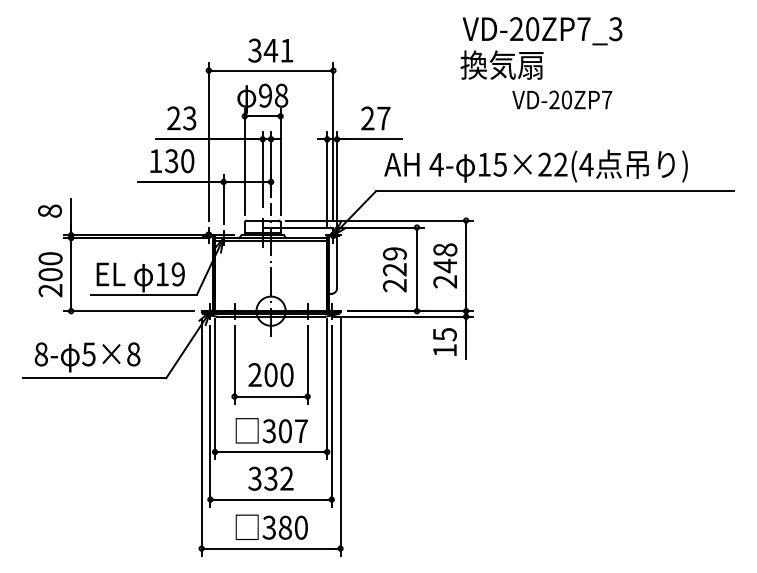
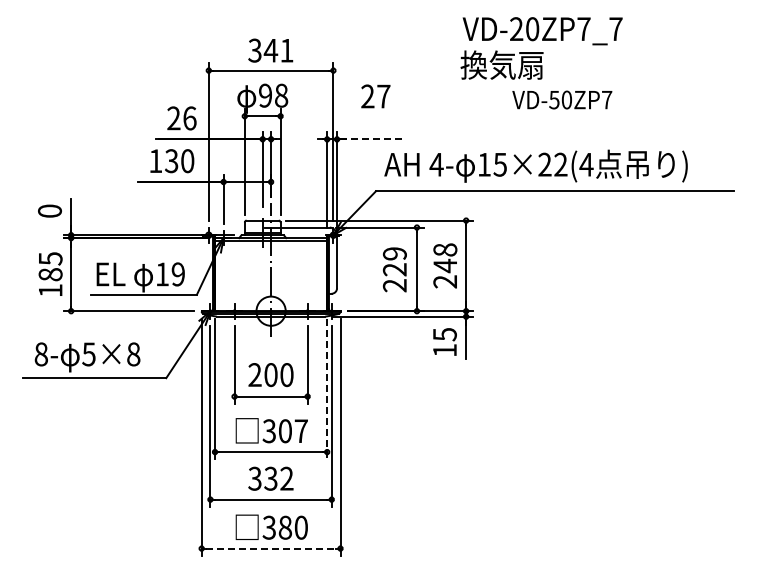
text at (615, 29): VD-20ZP7_3 -> VD-20ZP7_7
text at (554, 99): VD-20ZP7 -> VD-50ZP7
text at (189, 118): 23 -> 26
text at (375, 118) position: (375, 118) -> (375, 96)
line at (369, 139): solid -> dashed
text at (50, 210): 8 -> 0
text at (50, 274): 200 -> 185
line at (327, 389): solid -> dashed
line at (271, 548): solid -> dashed
